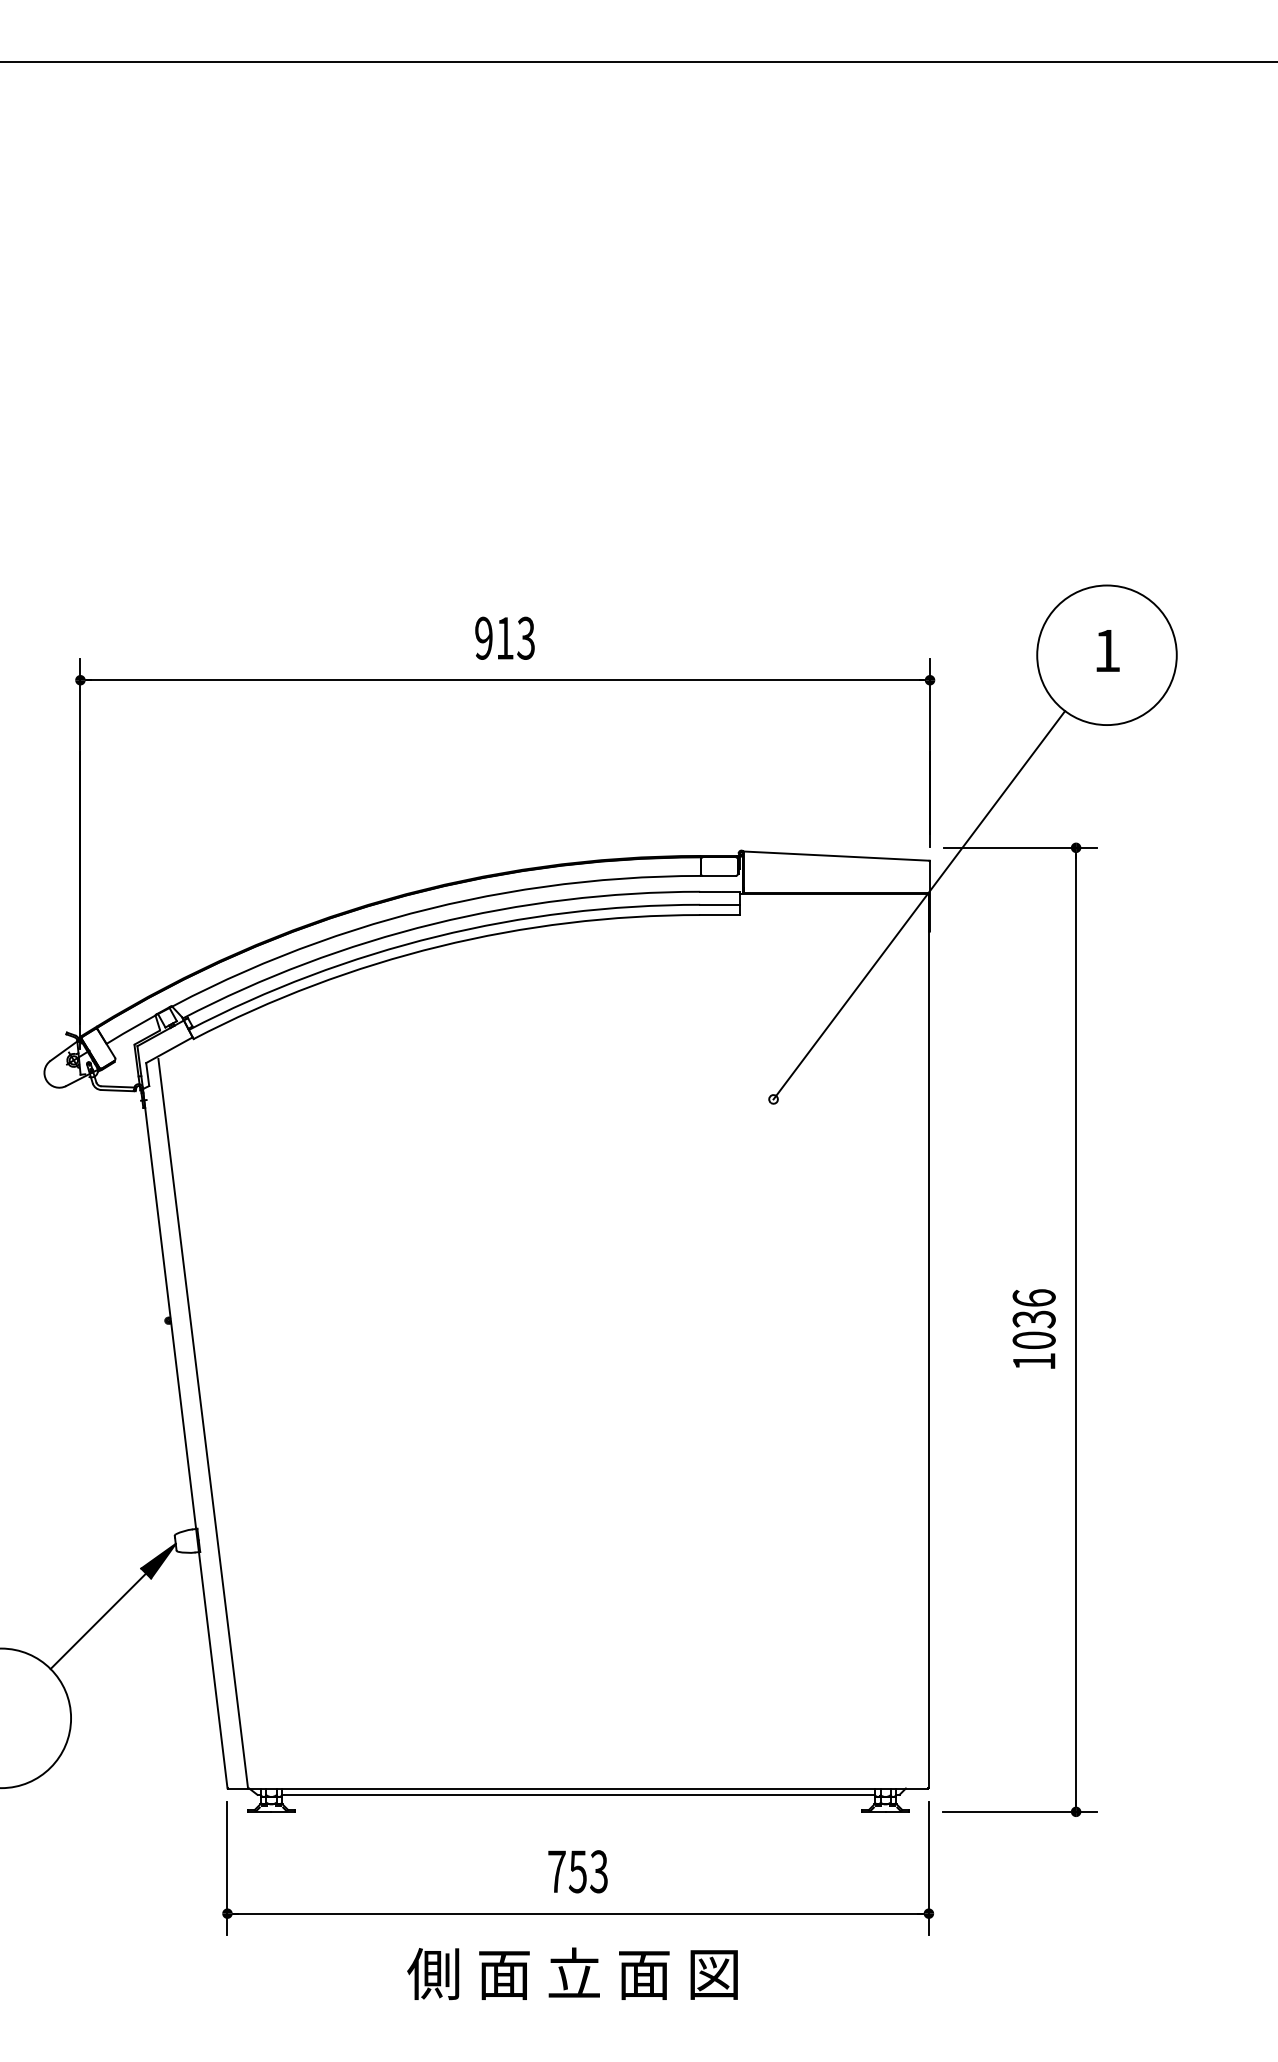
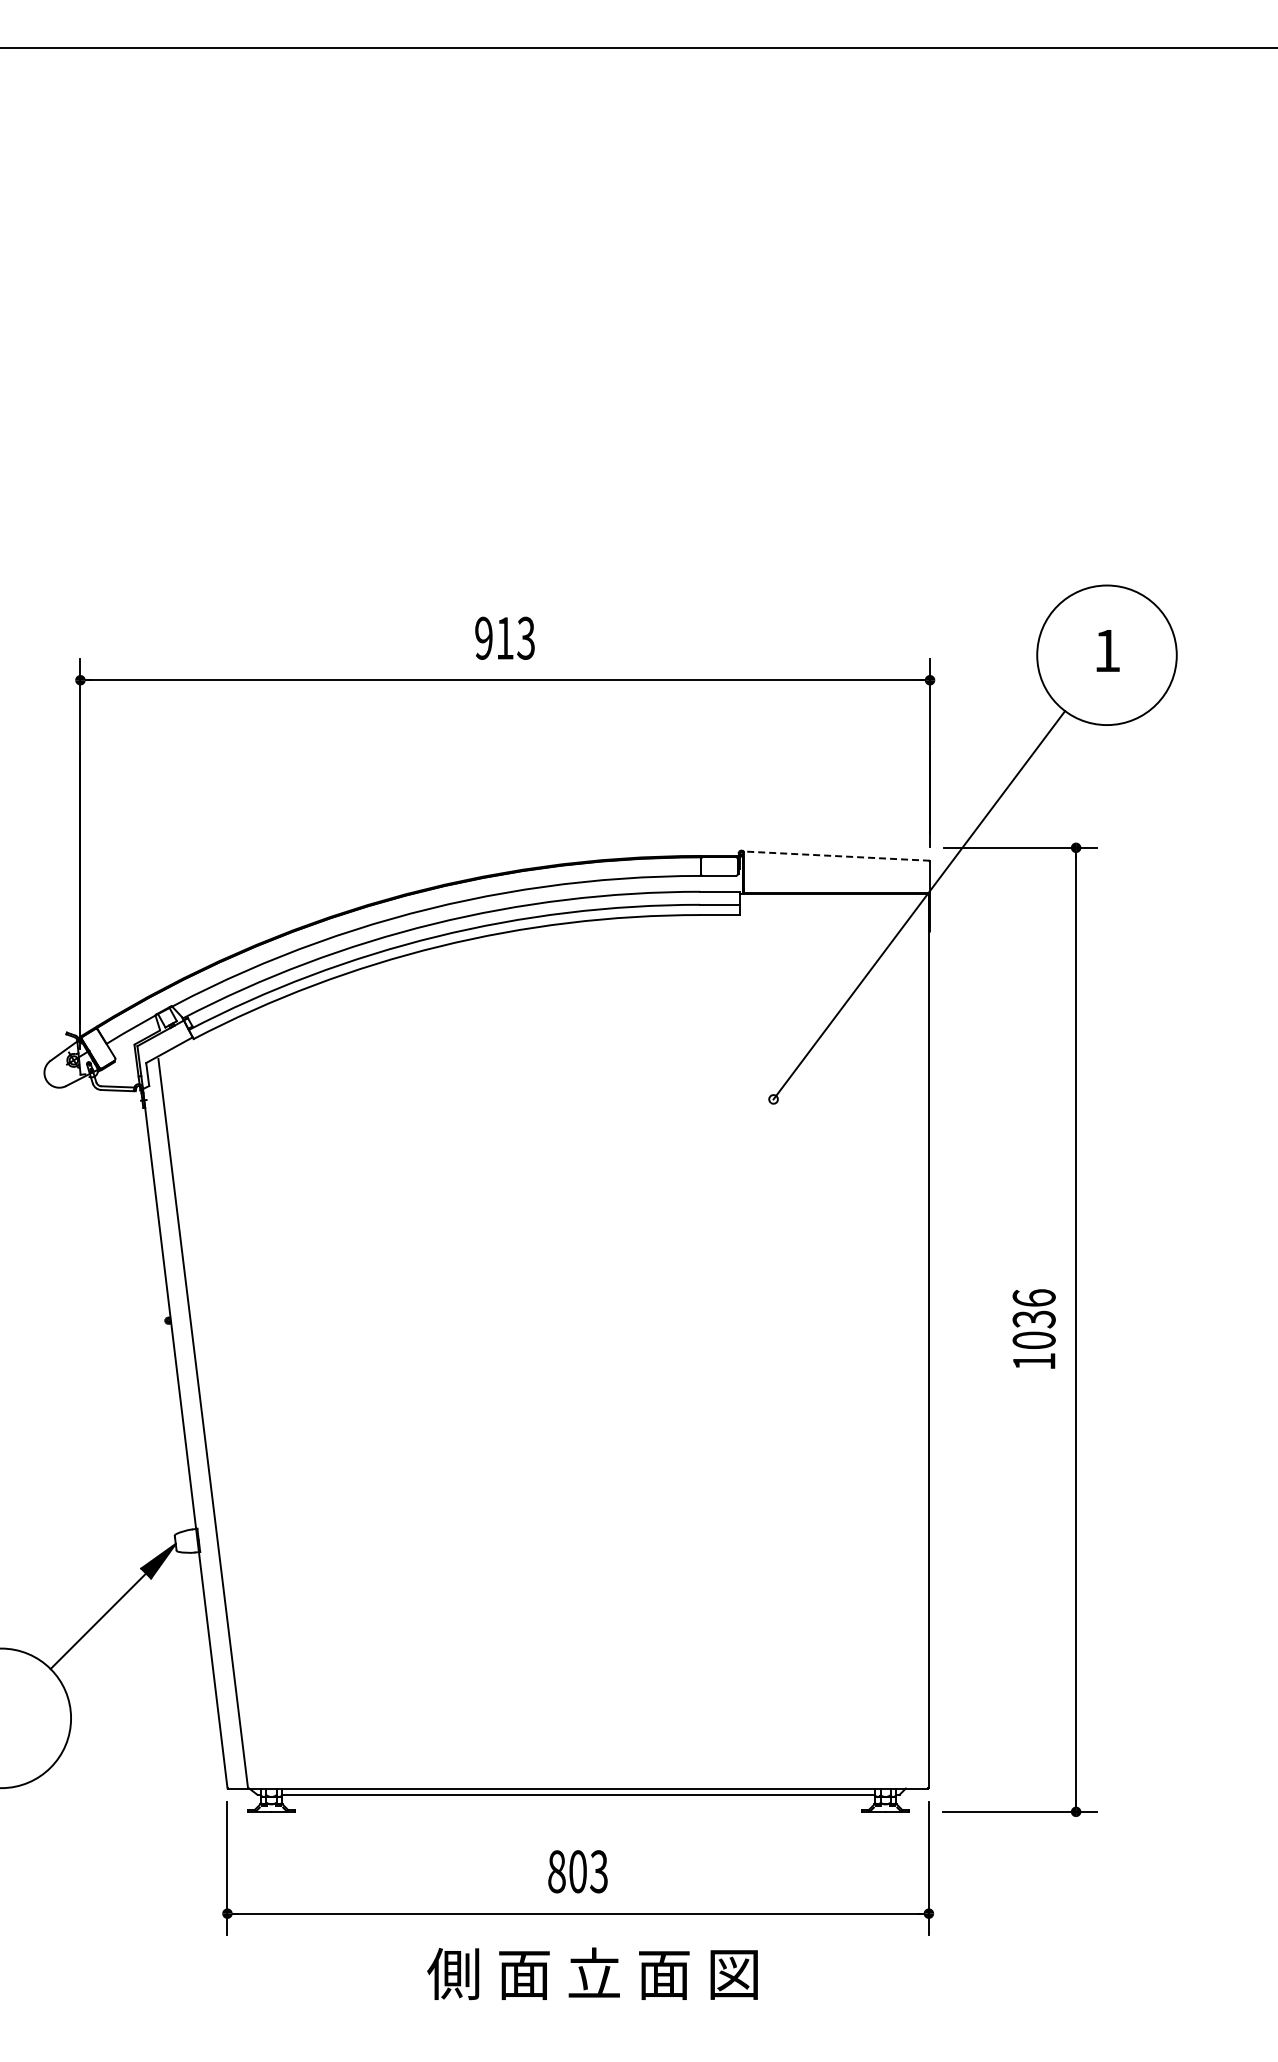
line at (638, 61) position: (638, 61) -> (638, 47)
line at (836, 856): solid -> dashed
text at (567, 1871): 753 -> 803
text at (572, 1973) position: (572, 1973) -> (592, 1973)
